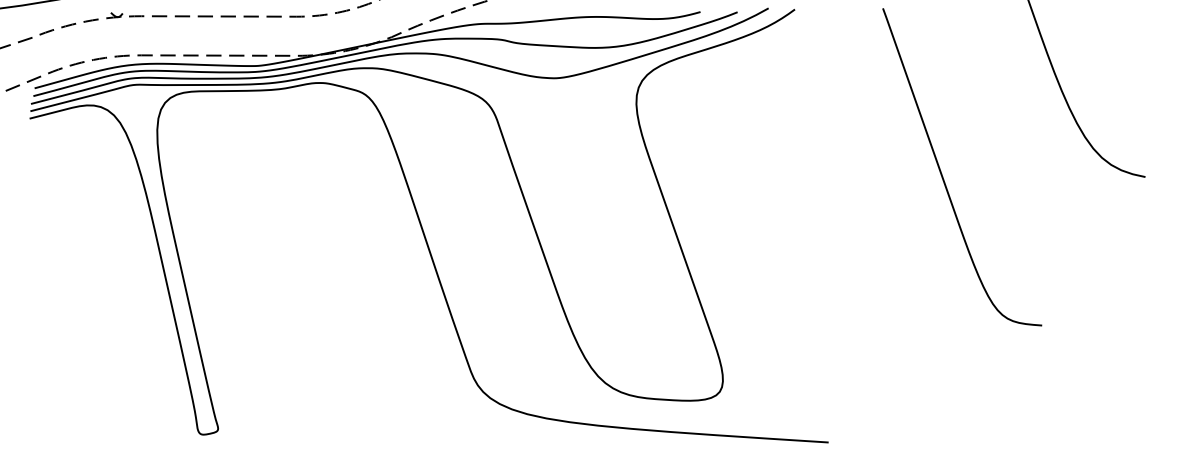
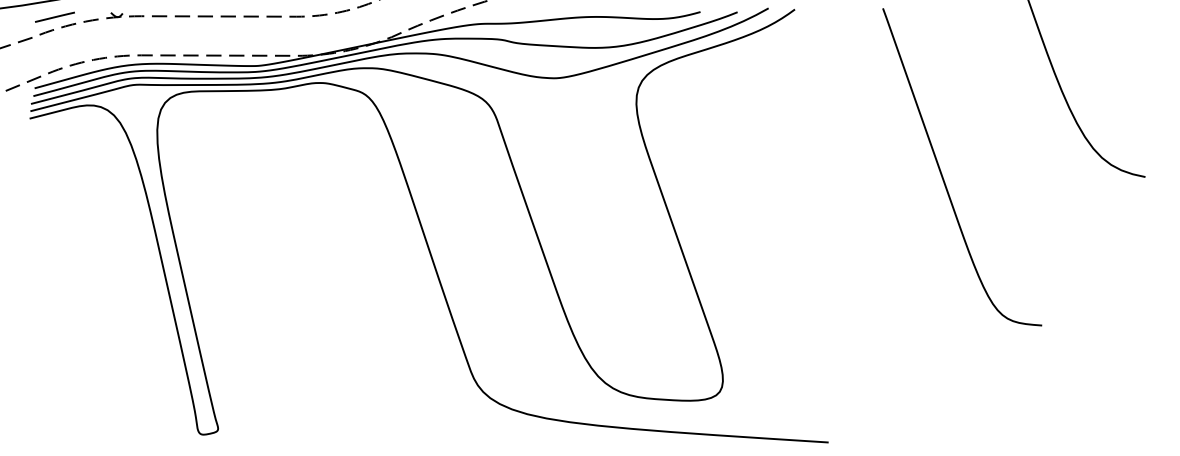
line at (54, 16): none -> present
